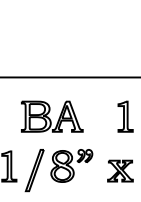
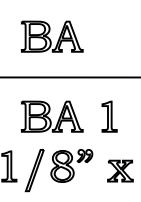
part at (52, 36): none -> present
part at (125, 116) position: (125, 116) -> (109, 116)
